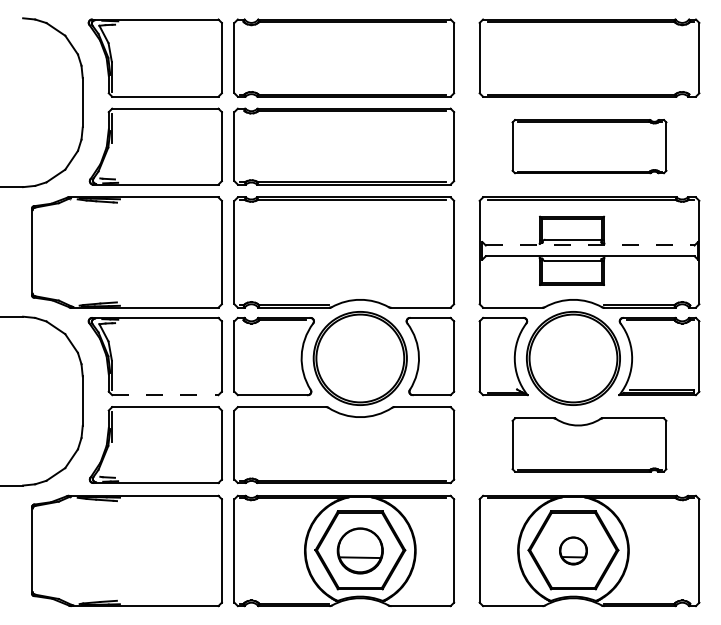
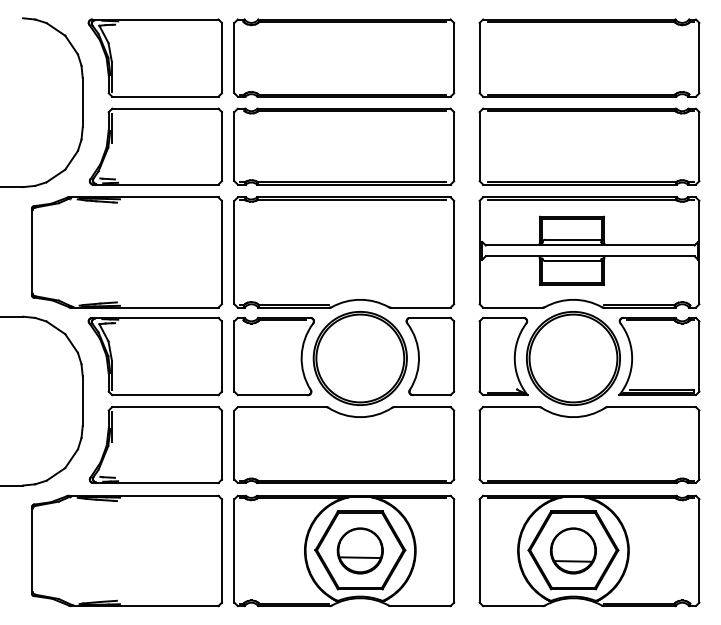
part at (589, 146) size: 157x56 px -> 223x79 px
line at (590, 245): dashed -> solid
line at (165, 395): dashed -> solid
part at (589, 444) size: 157x56 px -> 223x78 px
part at (573, 550) size: 29x30 px -> 47x48 px
